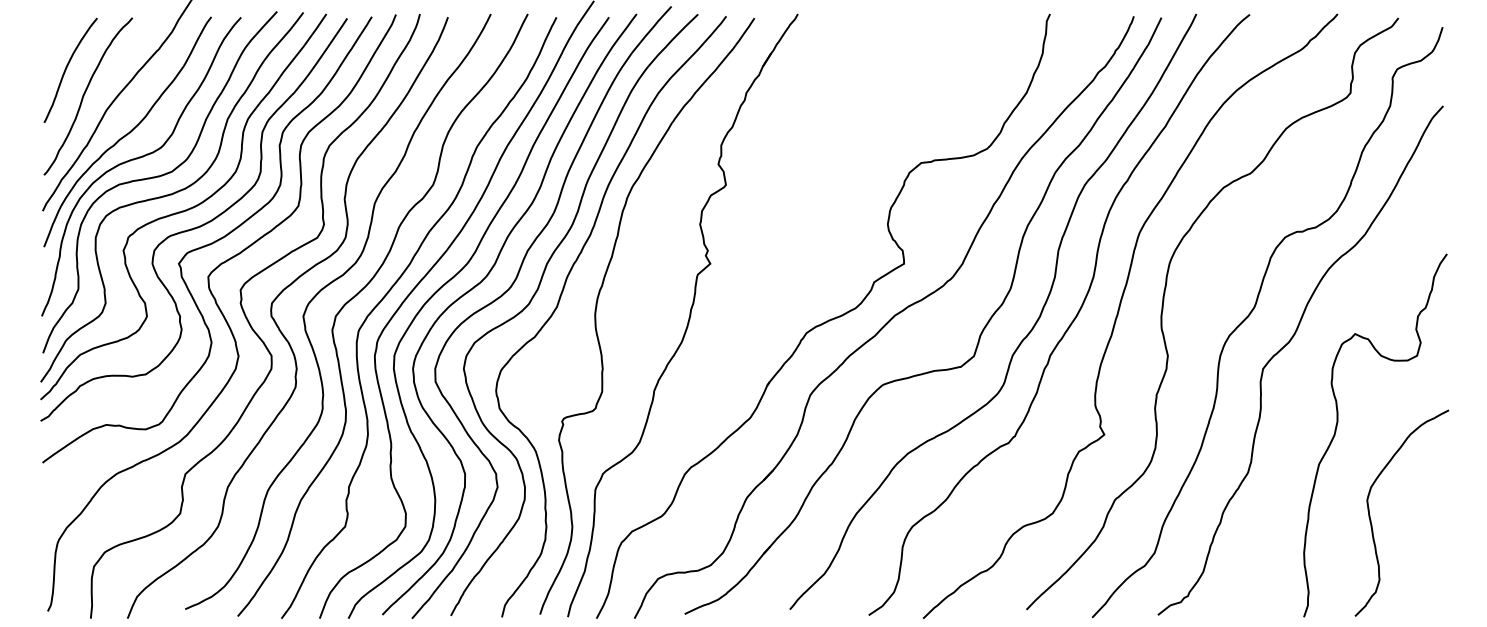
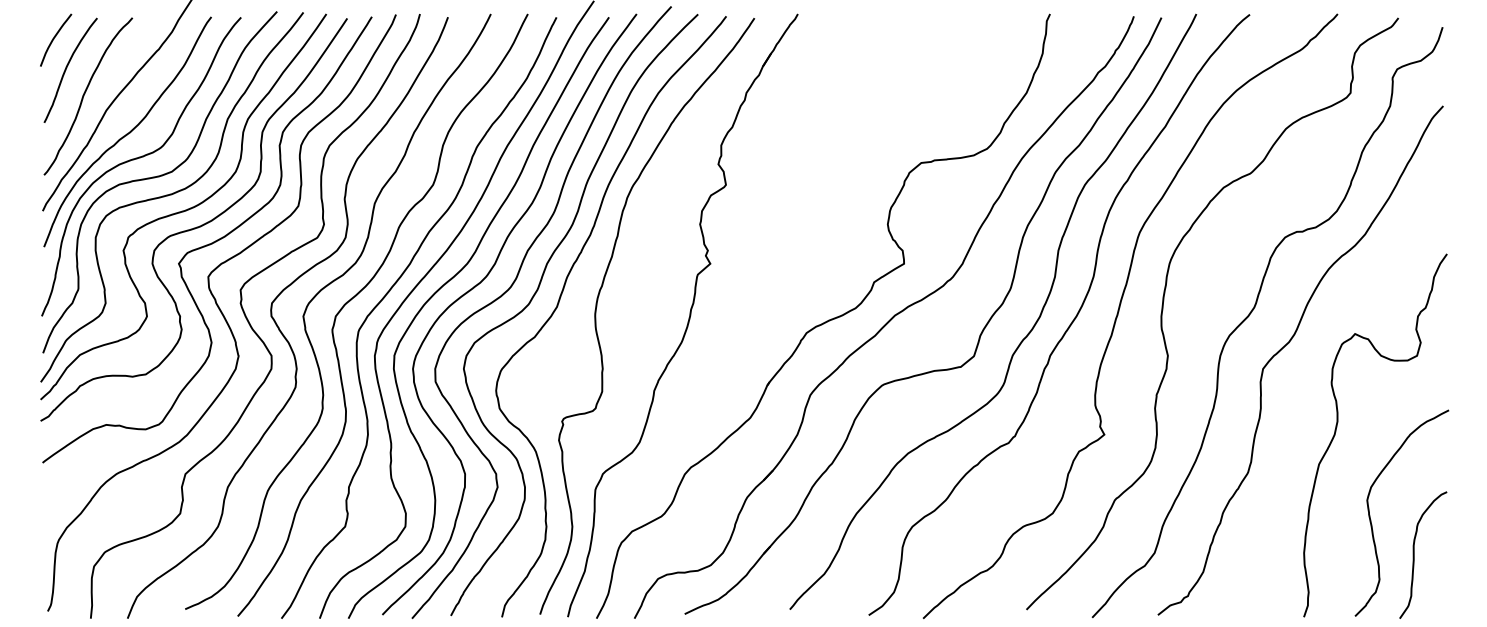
curve at (54, 39): none -> present
curve at (1414, 554): none -> present
